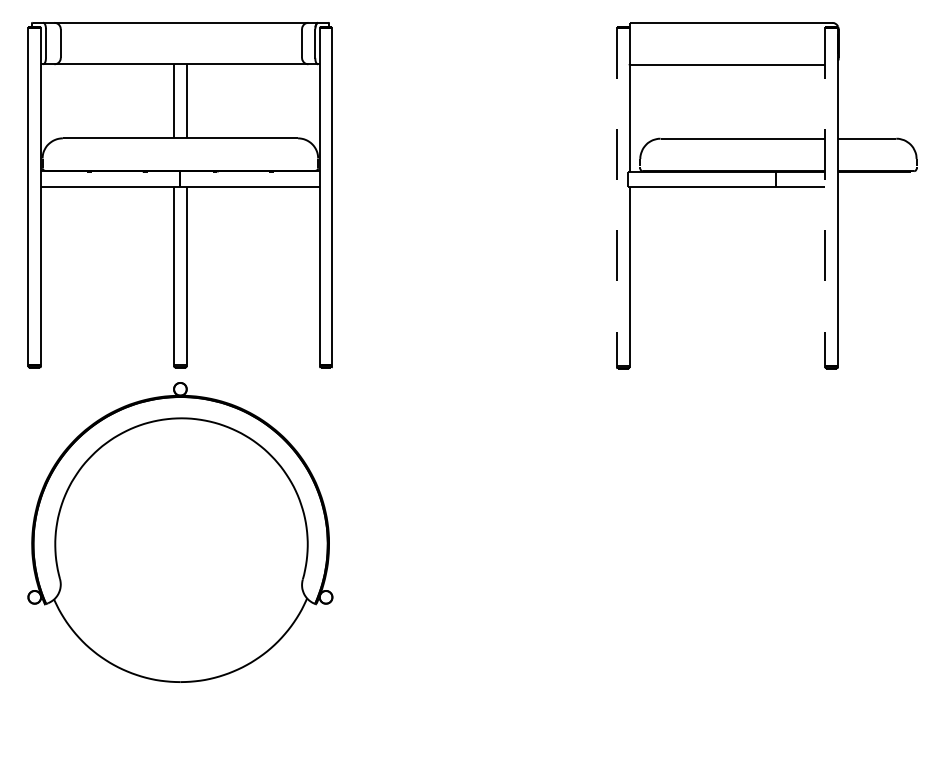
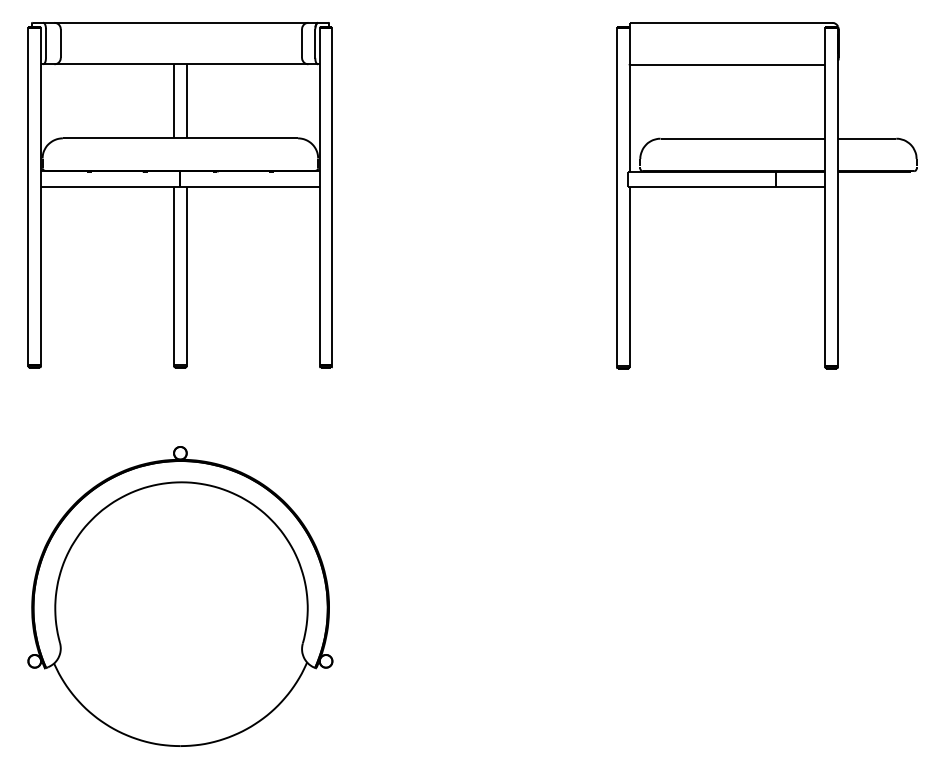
line at (616, 196): dashed -> solid
line at (825, 196): dashed -> solid
part at (180, 532) position: (180, 532) -> (180, 596)
